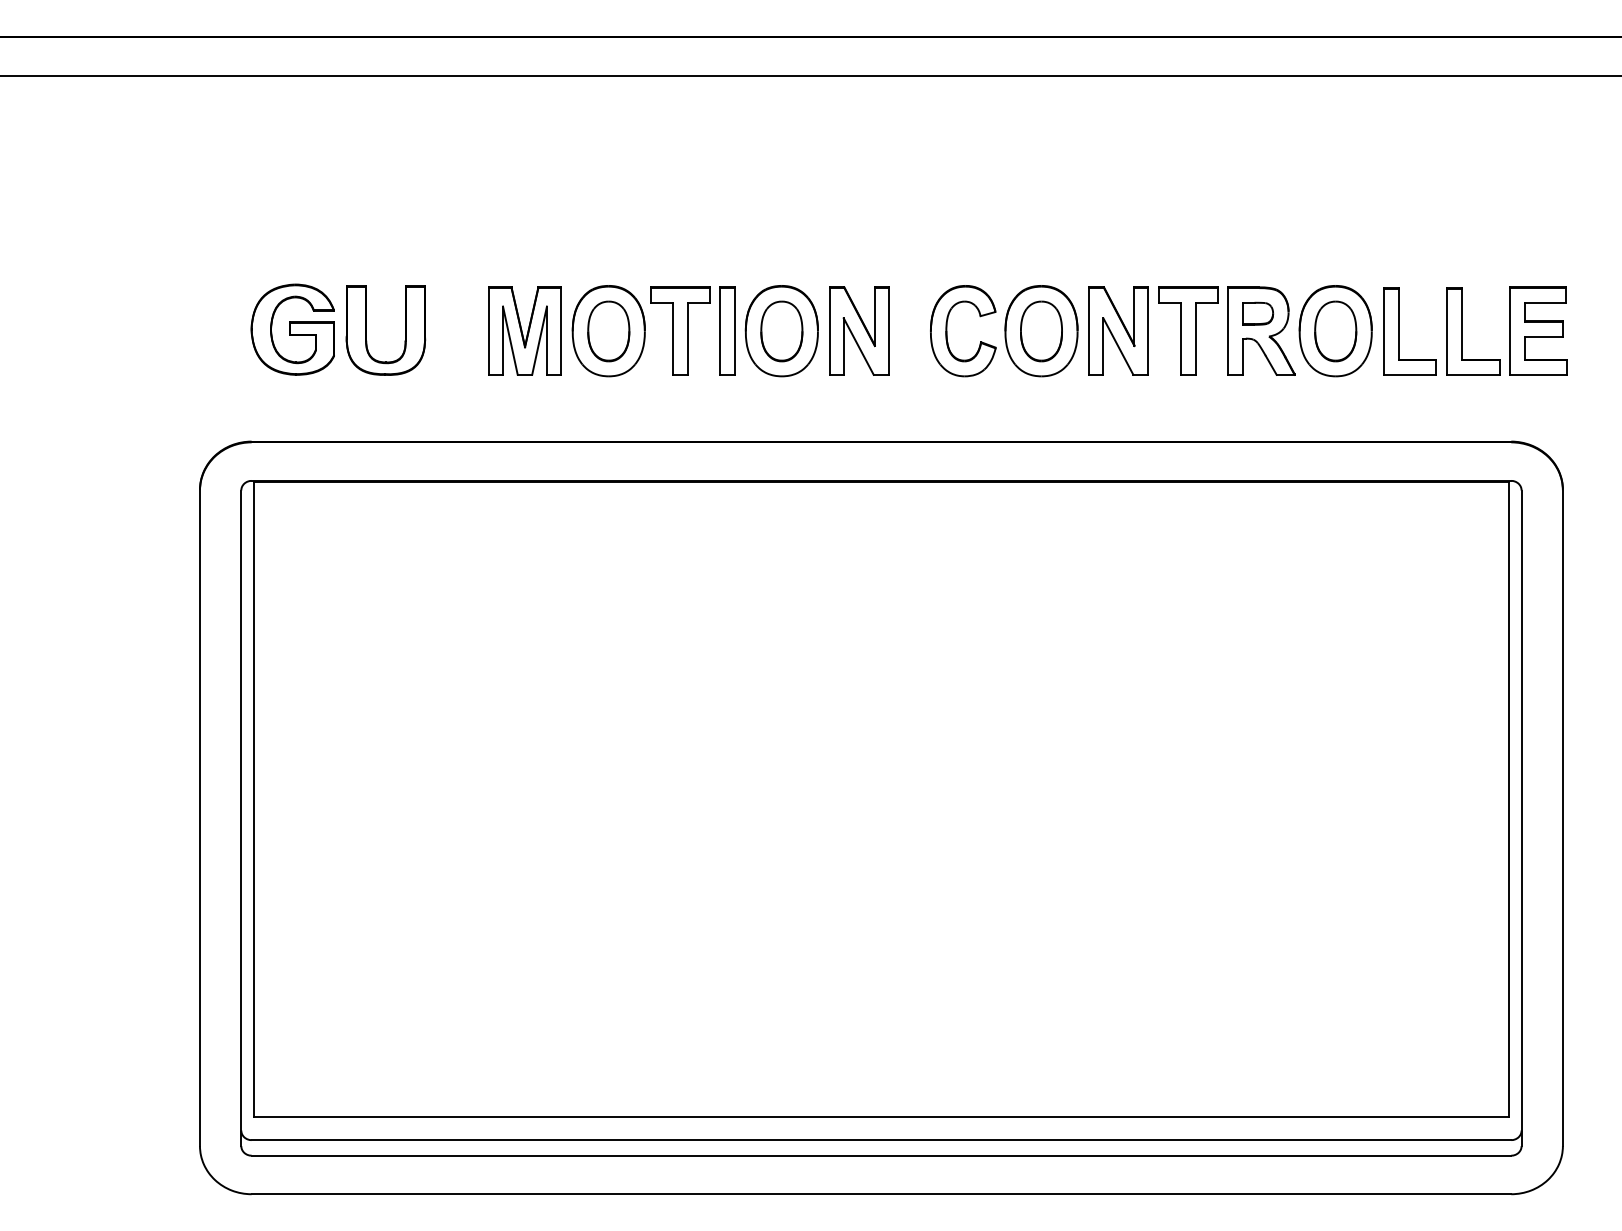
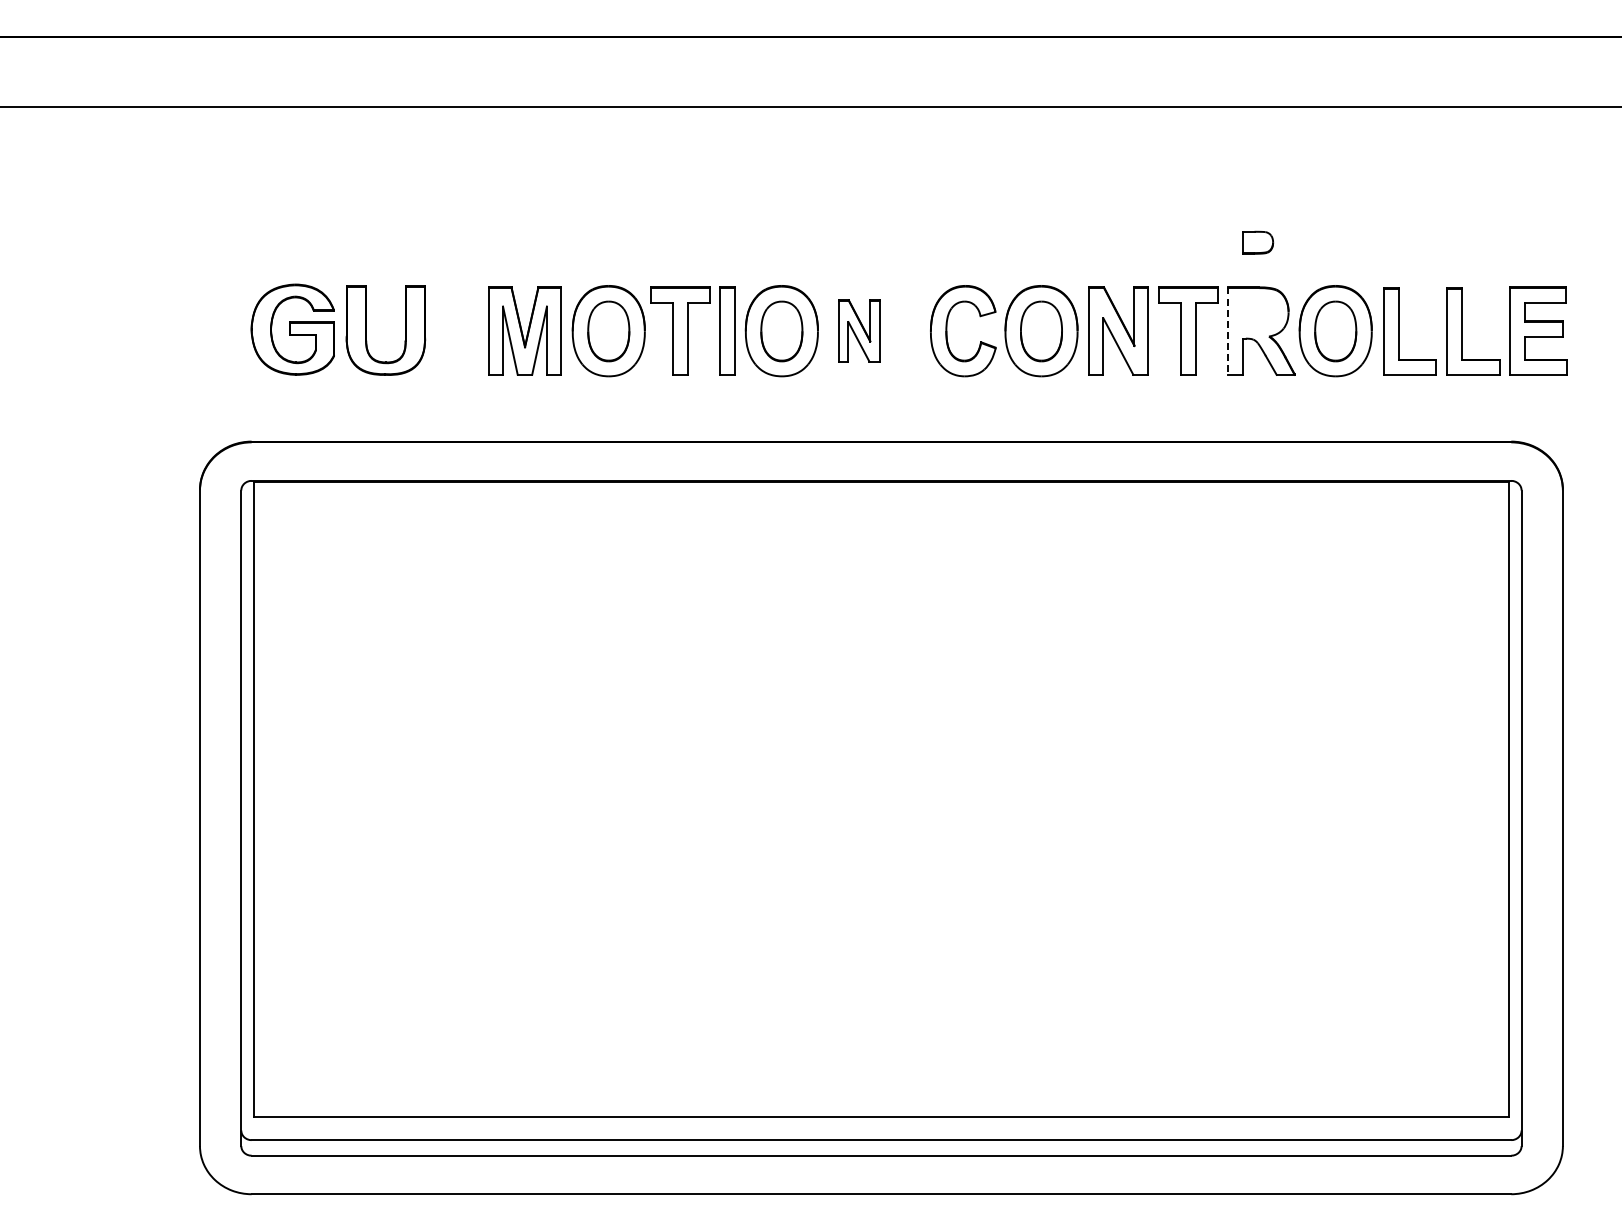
line at (810, 75) position: (810, 75) -> (810, 106)
part at (1258, 313) position: (1258, 313) -> (1258, 242)
part at (859, 330) size: 61x90 px -> 43x64 px
line at (1227, 331): solid -> dashed
